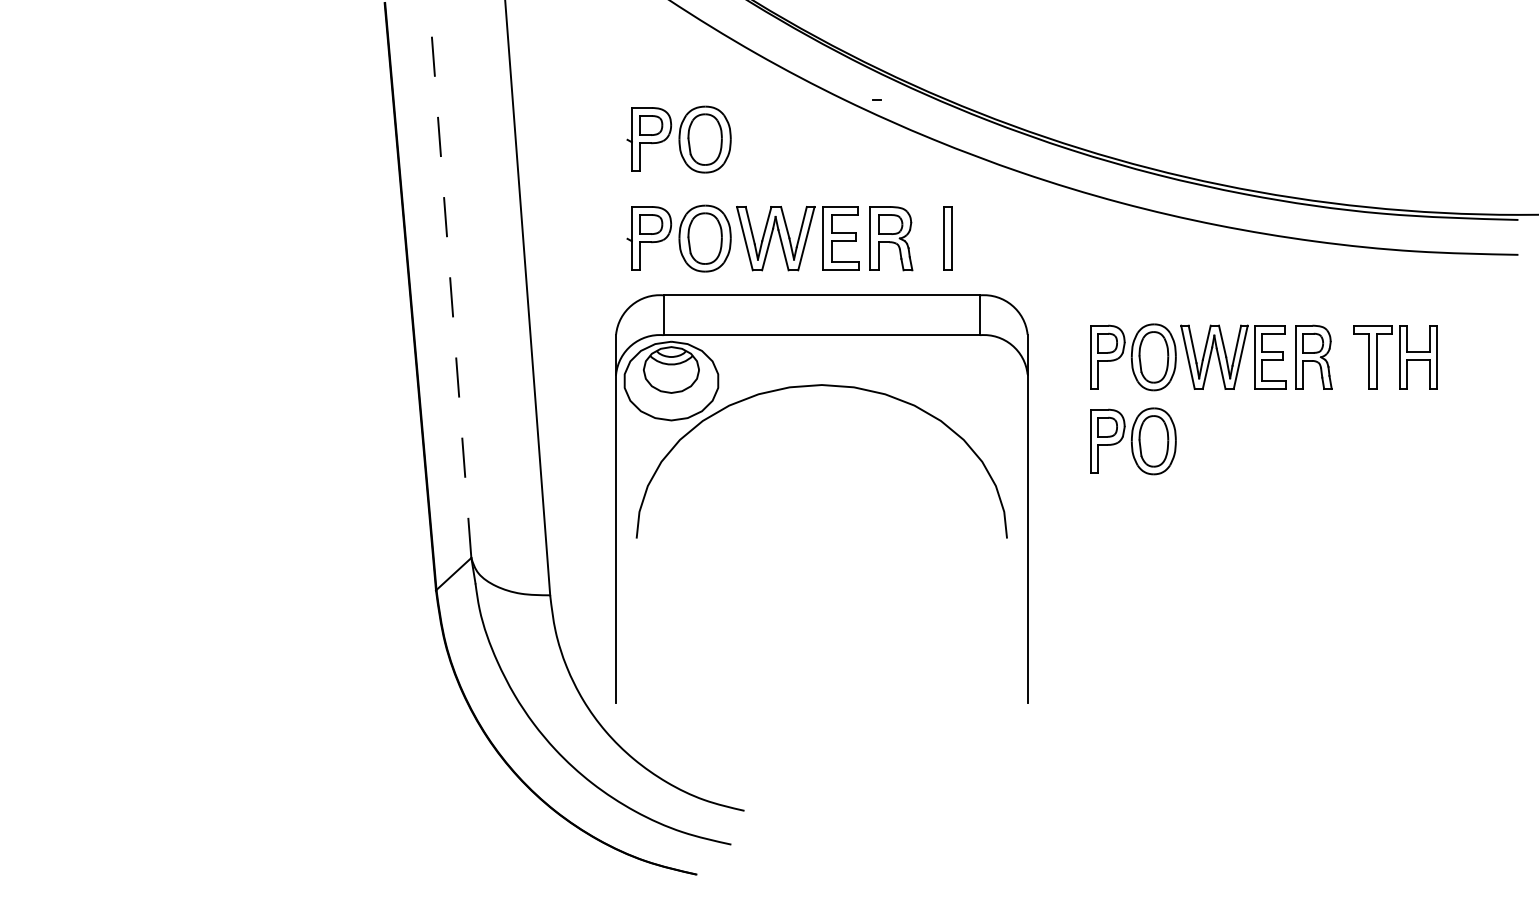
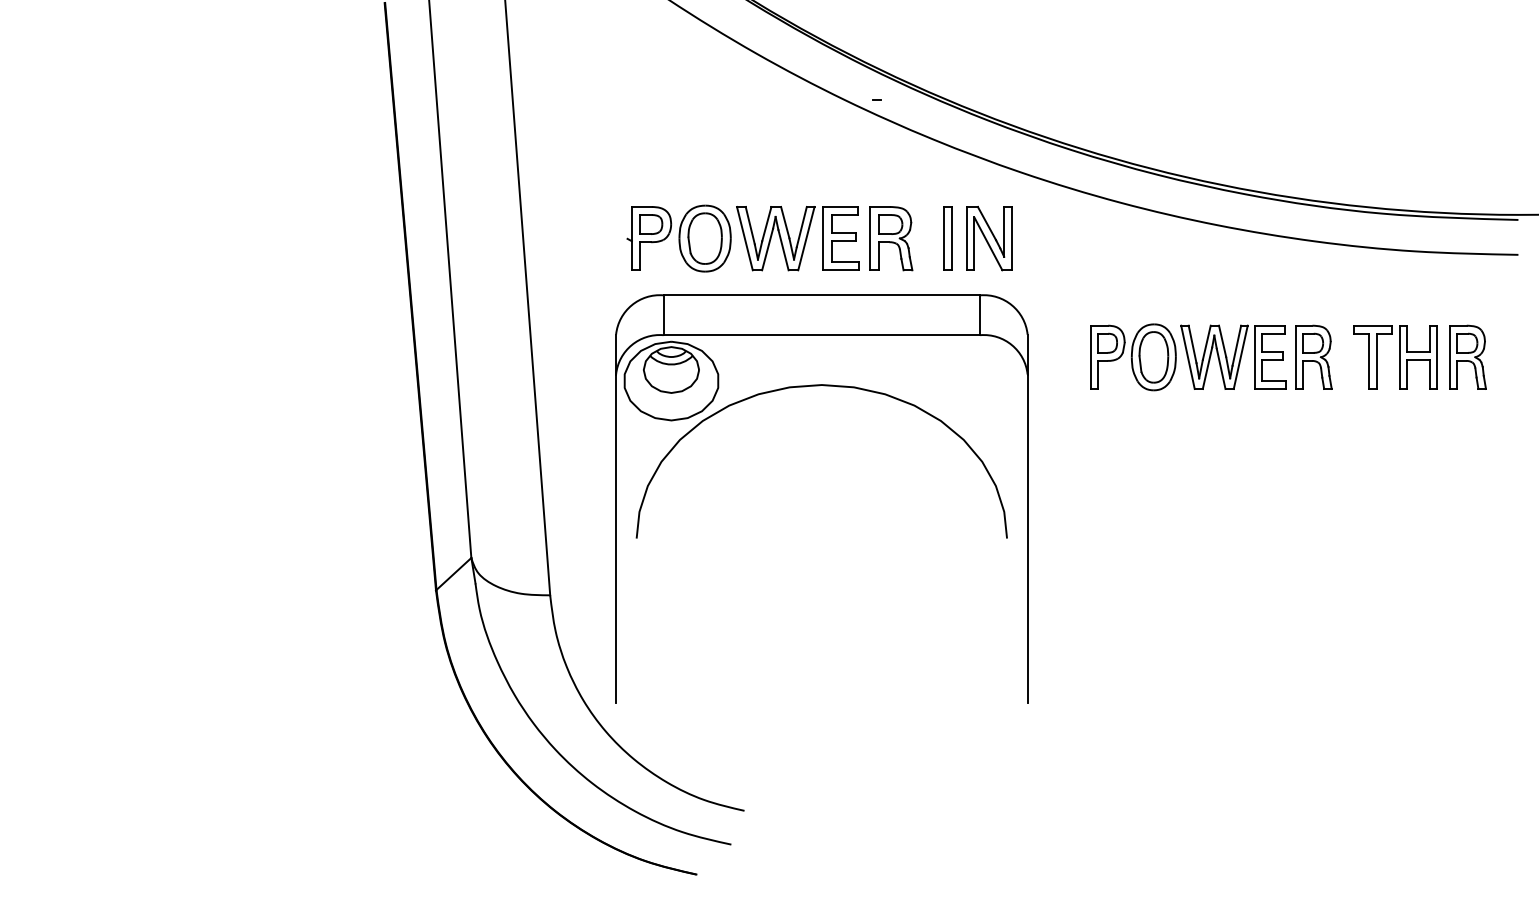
part at (678, 139): present -> none
part at (989, 238): none -> present
line at (450, 278): dashed -> solid
part at (1467, 356): none -> present
part at (1133, 441): present -> none
